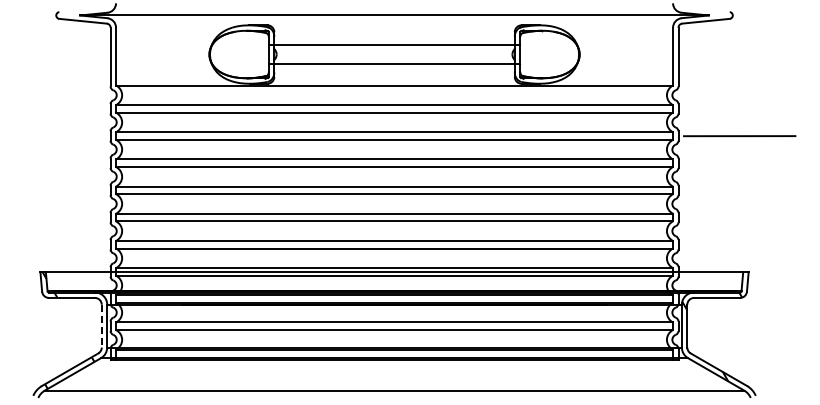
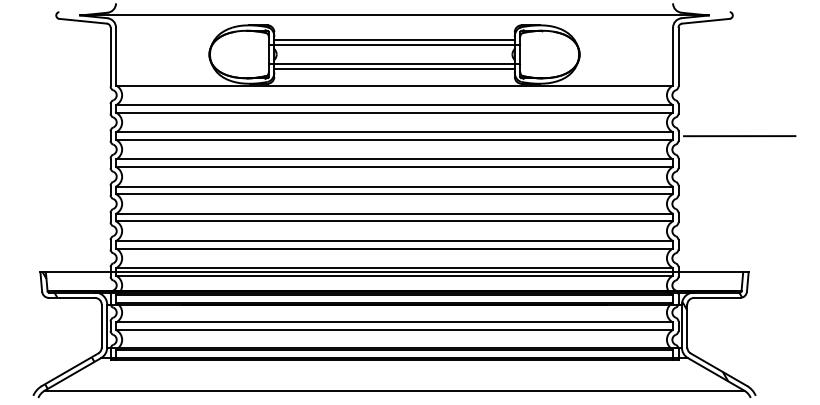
line at (394, 40): none -> present
line at (394, 69): none -> present
line at (101, 326): dashed -> solid
